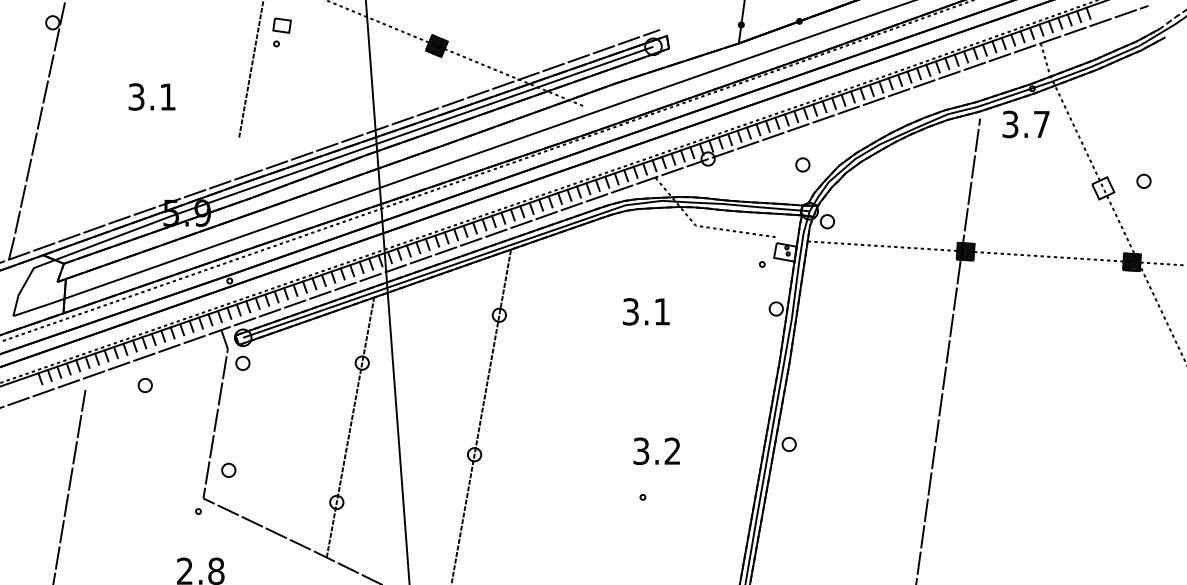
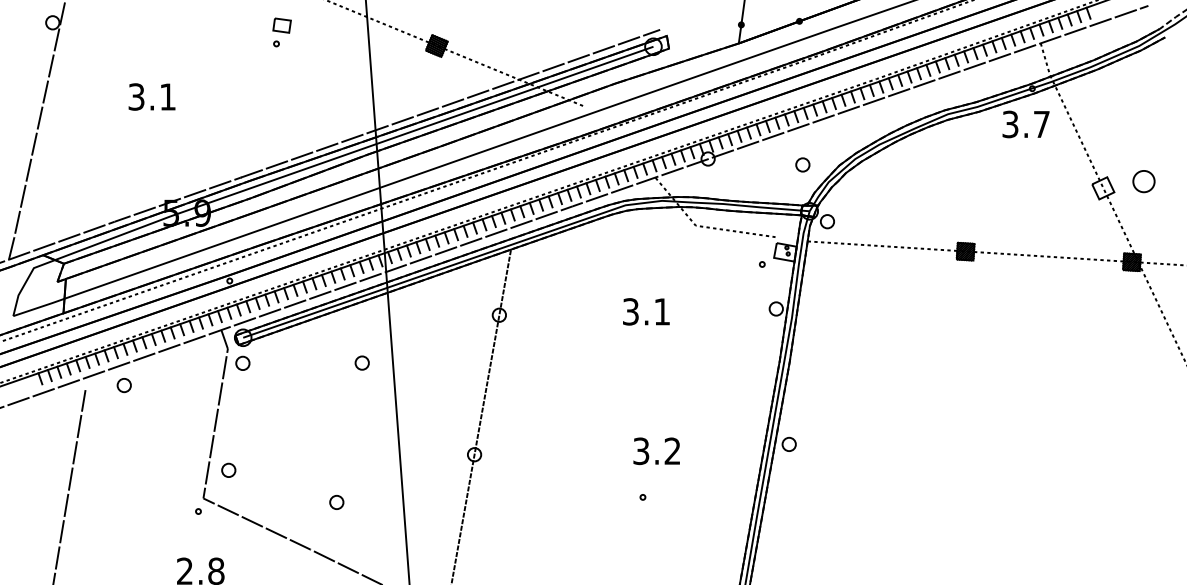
line at (251, 69): present -> none
part at (1143, 180) size: 16x16 px -> 24x24 px
line at (948, 349): present -> none
part at (144, 385) position: (144, 385) -> (123, 385)
line at (350, 427): present -> none
